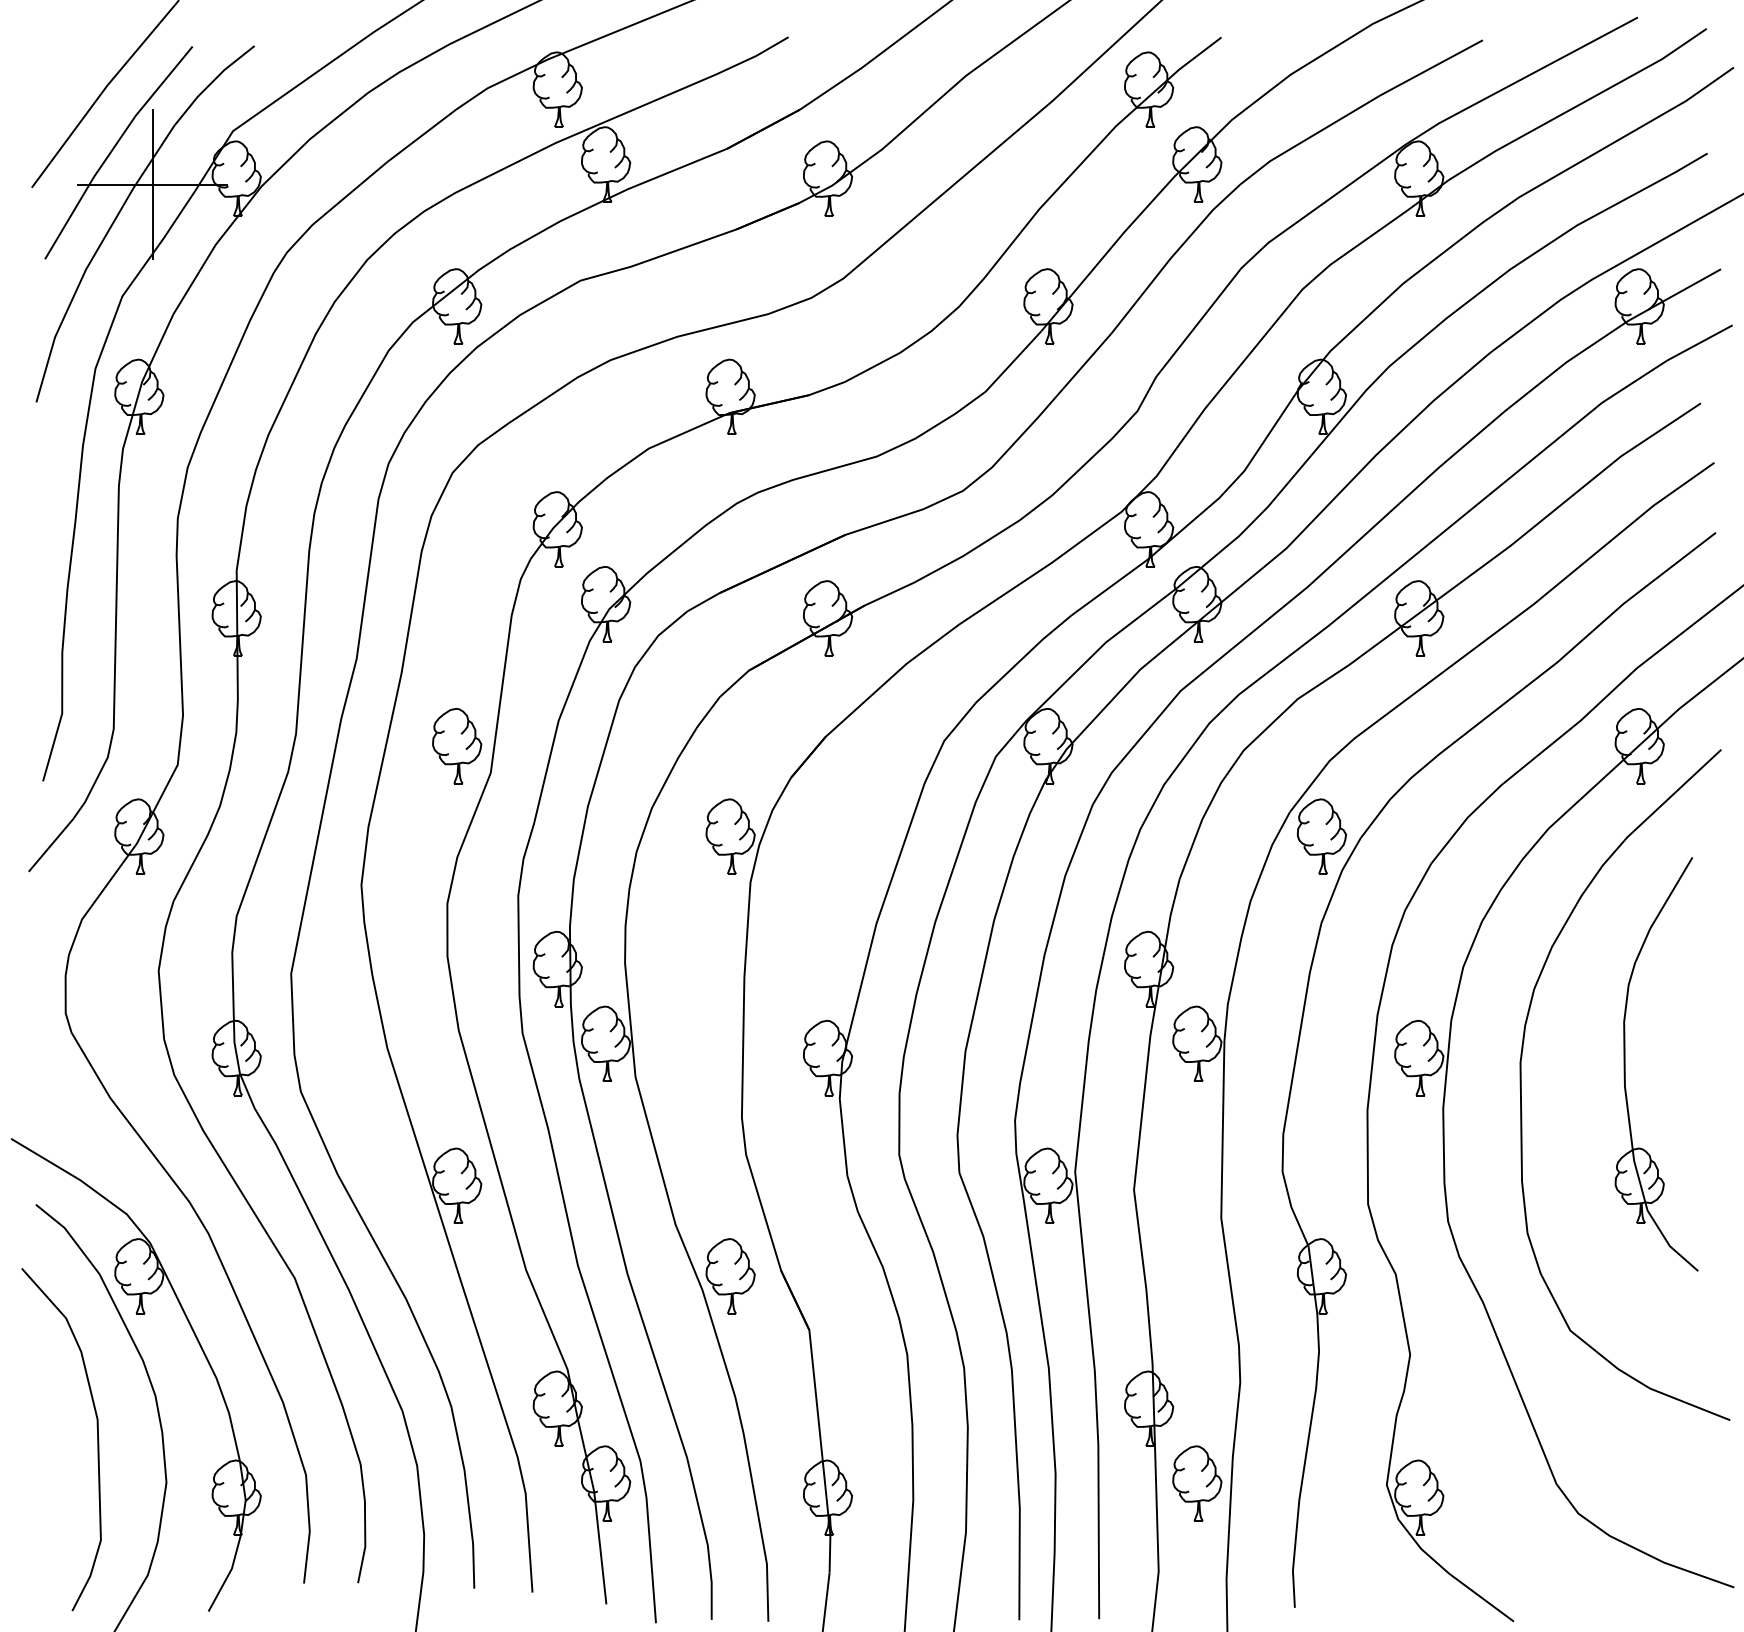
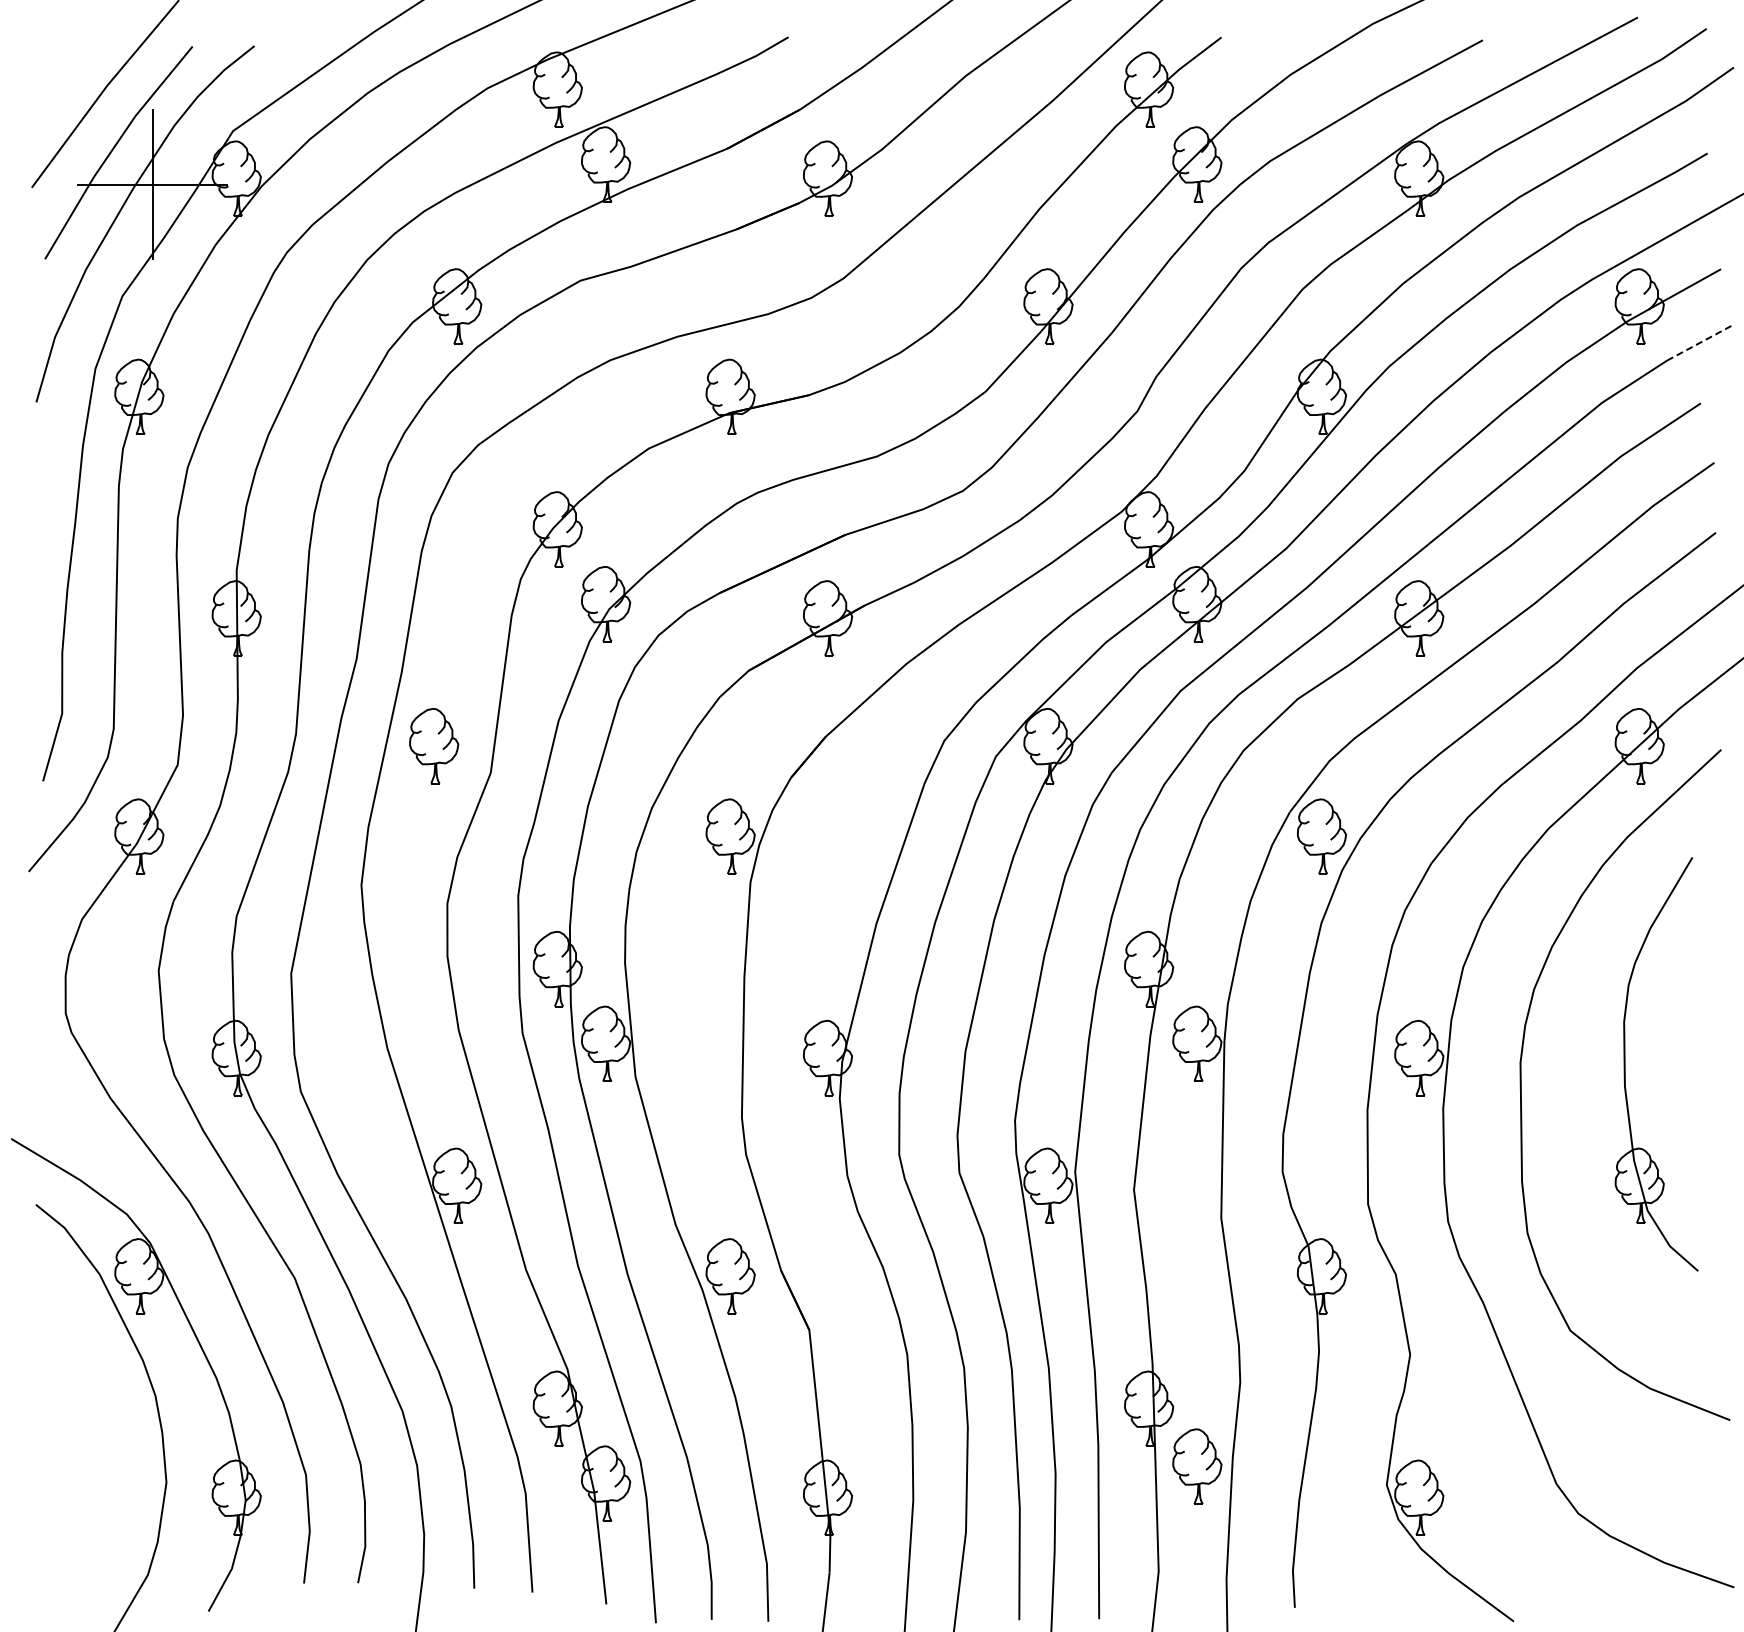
line at (1700, 342): solid -> dashed
part at (457, 746) position: (457, 746) -> (434, 746)
curve at (97, 1439): present -> none
part at (1197, 1483) position: (1197, 1483) -> (1197, 1466)
